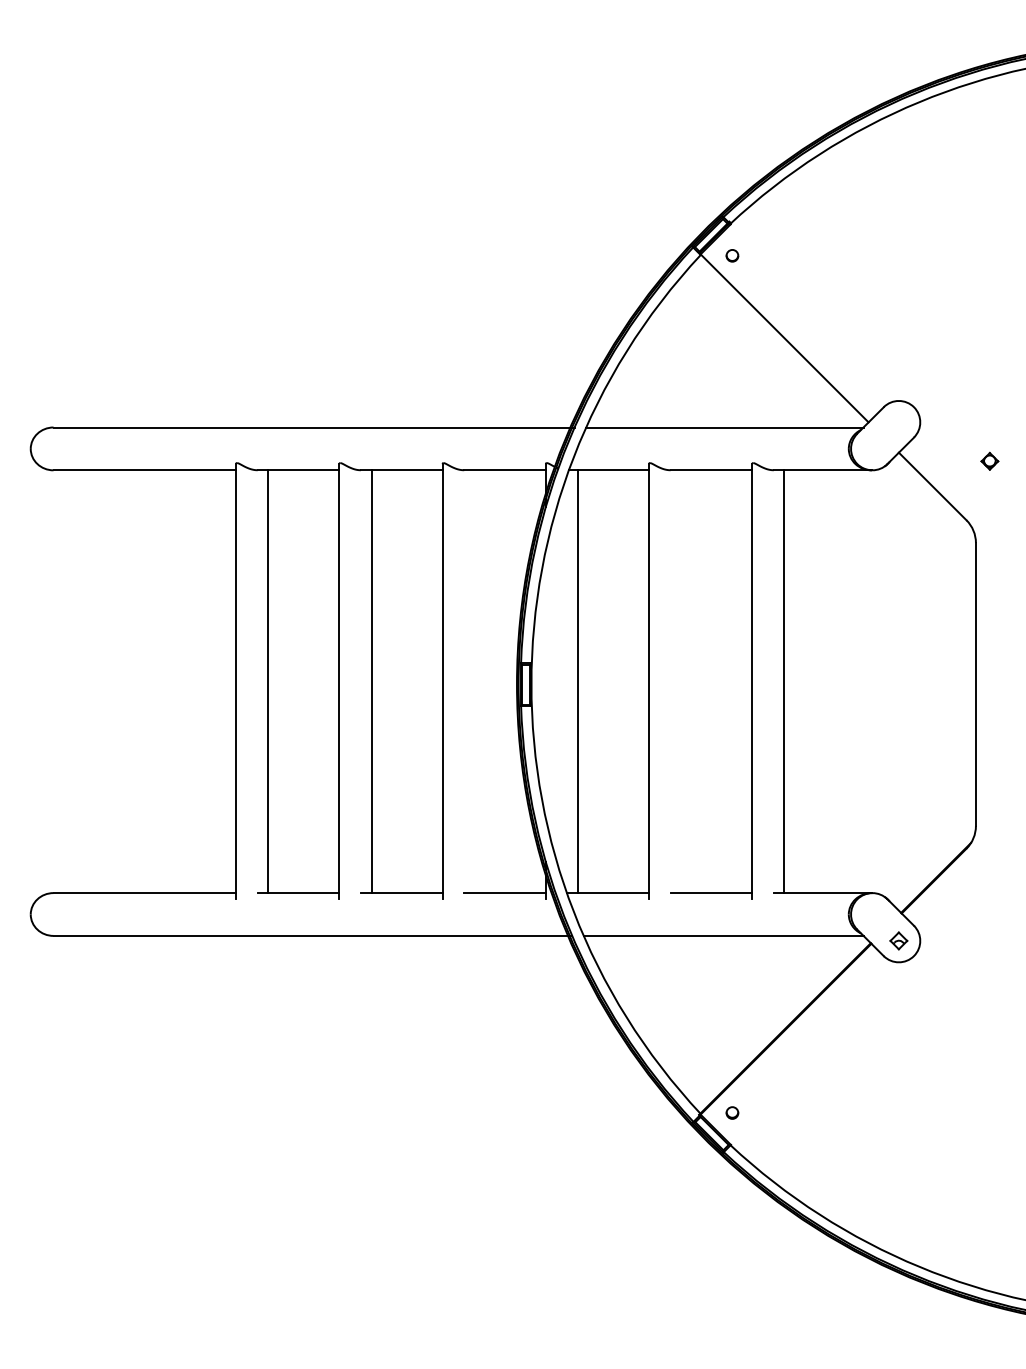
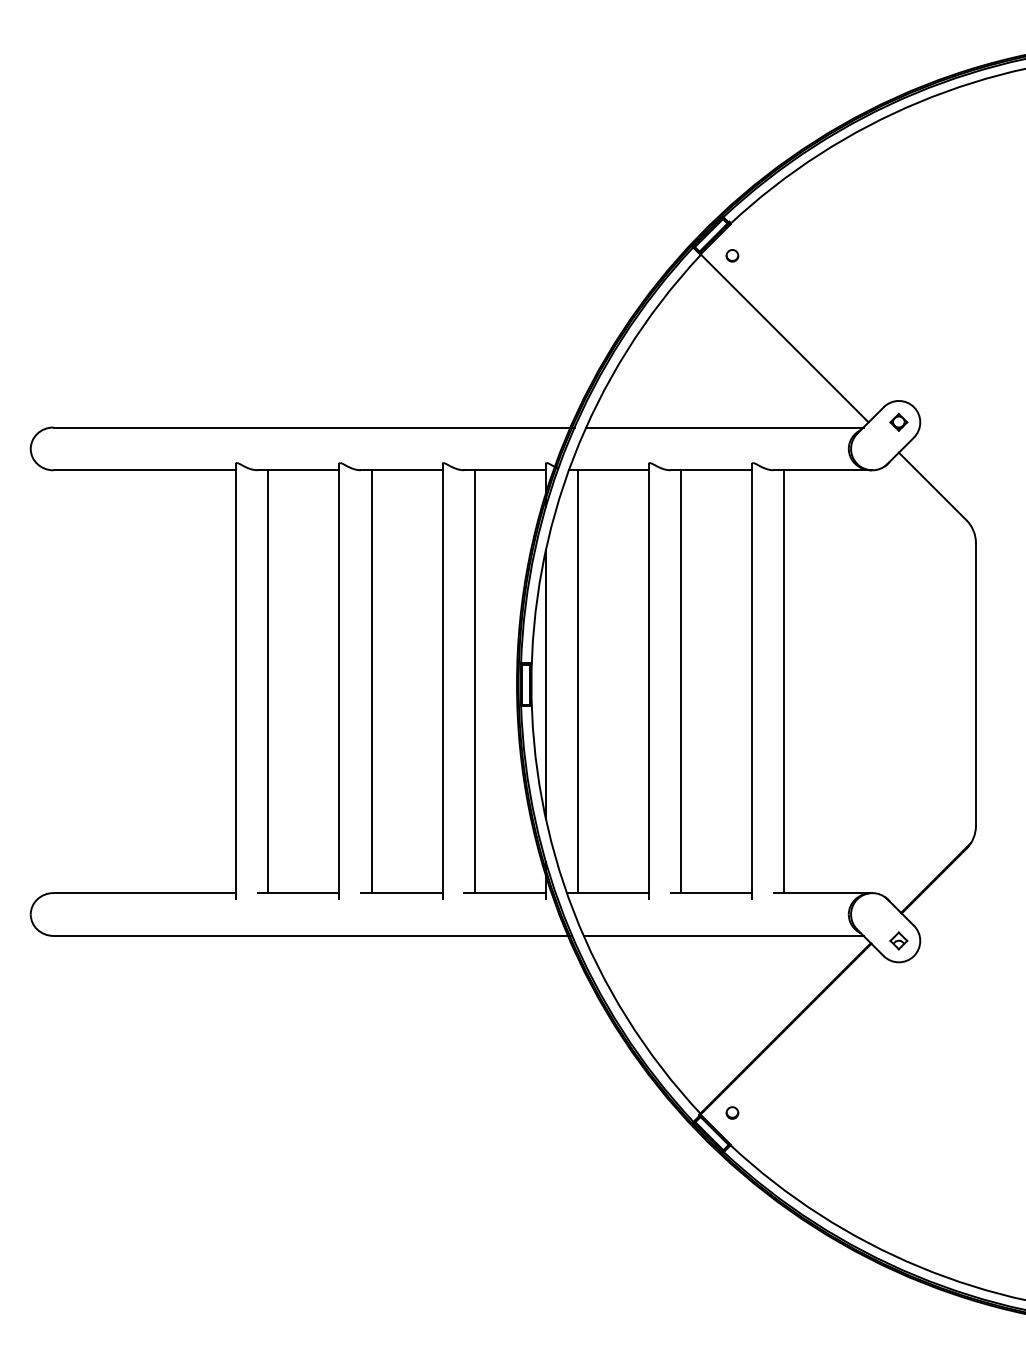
part at (989, 460) position: (989, 460) -> (898, 421)
line at (474, 681): none -> present
line at (681, 681): none -> present
line at (545, 684): none -> present
